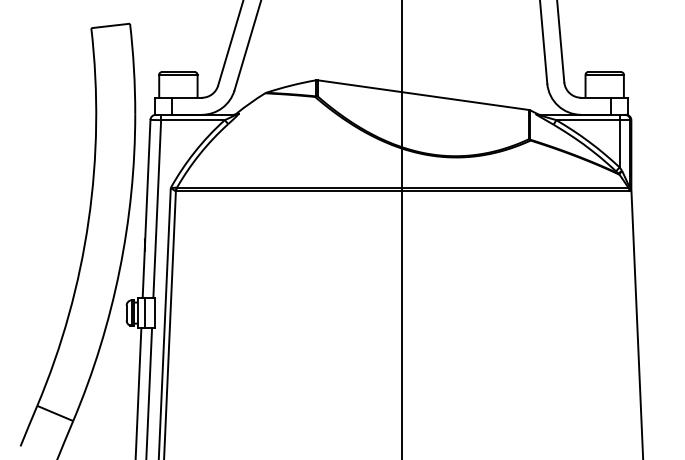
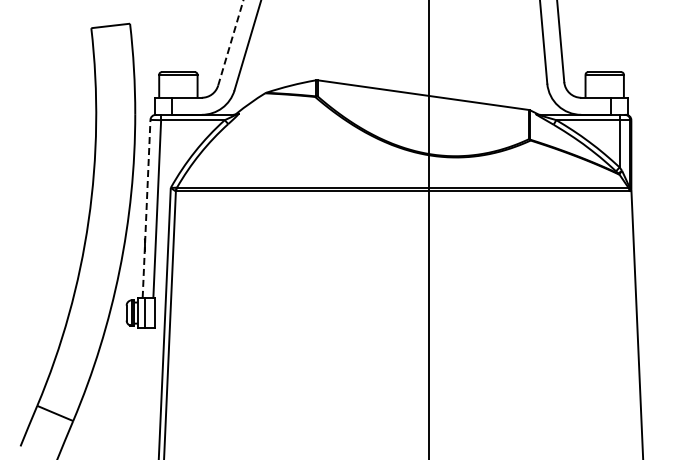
line at (230, 42): solid -> dashed
line at (146, 208): solid -> dashed
line at (402, 229) position: (402, 229) -> (429, 229)
line at (138, 392): present -> none
line at (149, 392): present -> none
